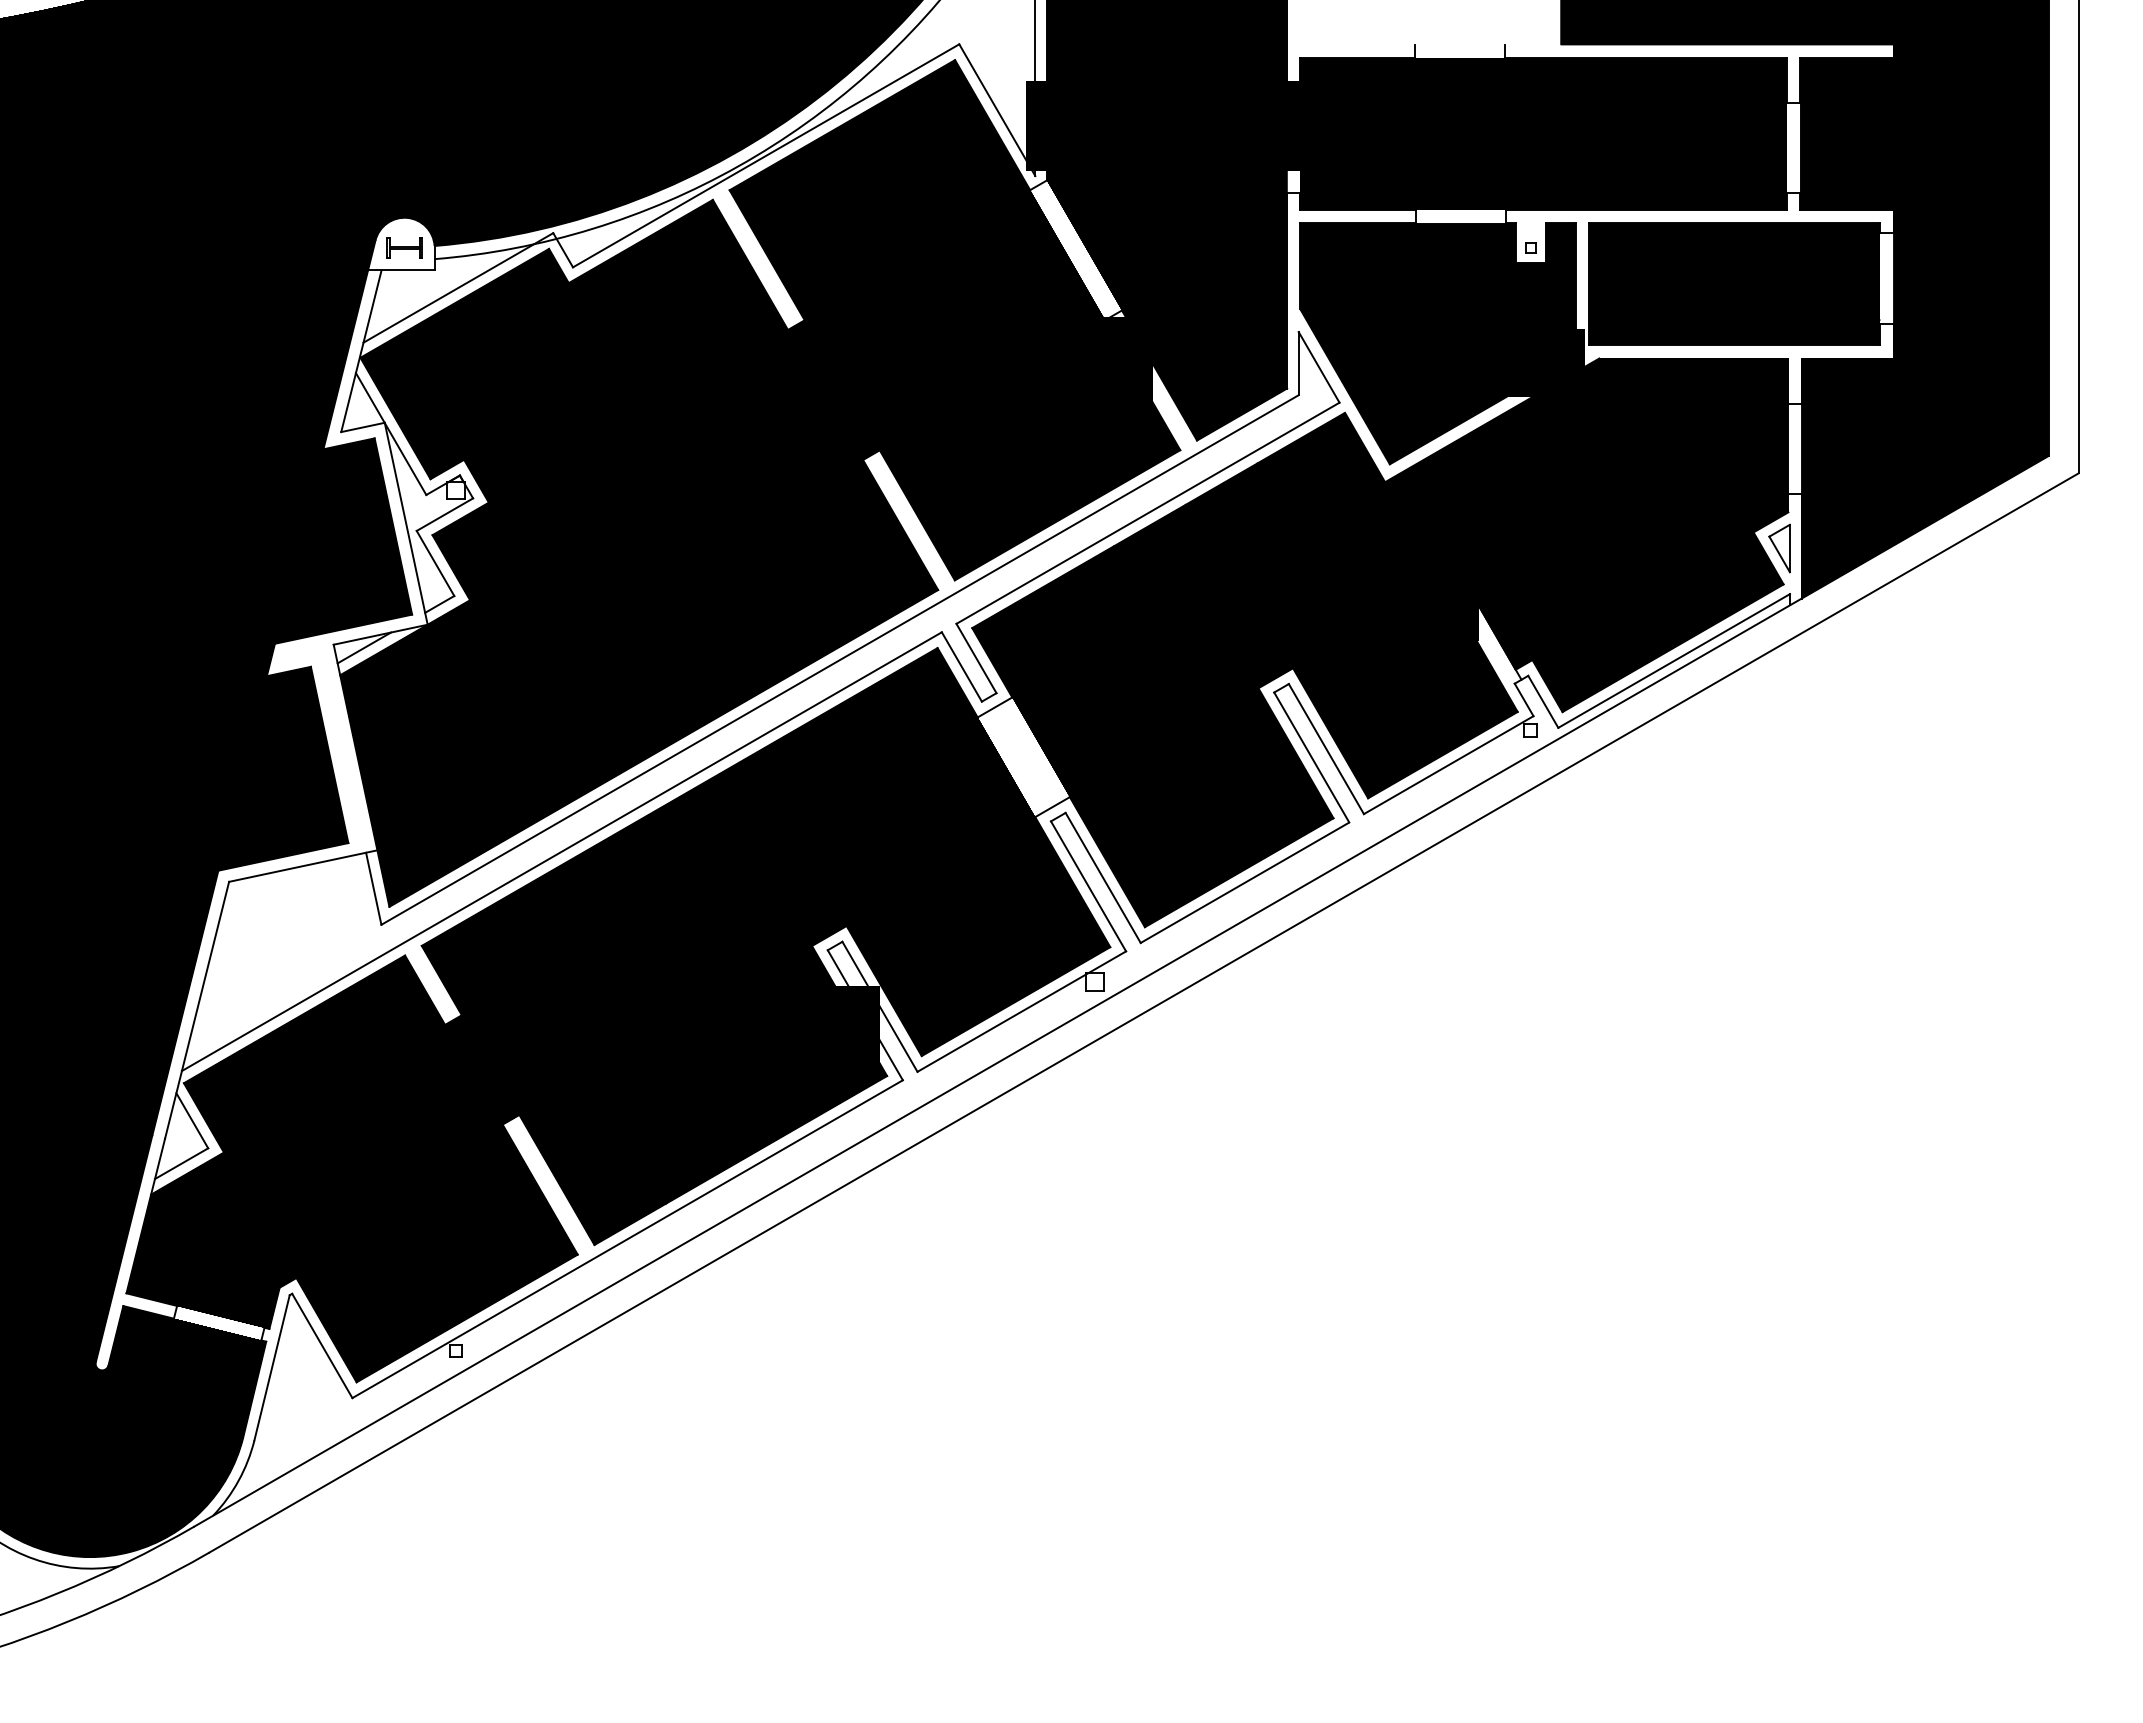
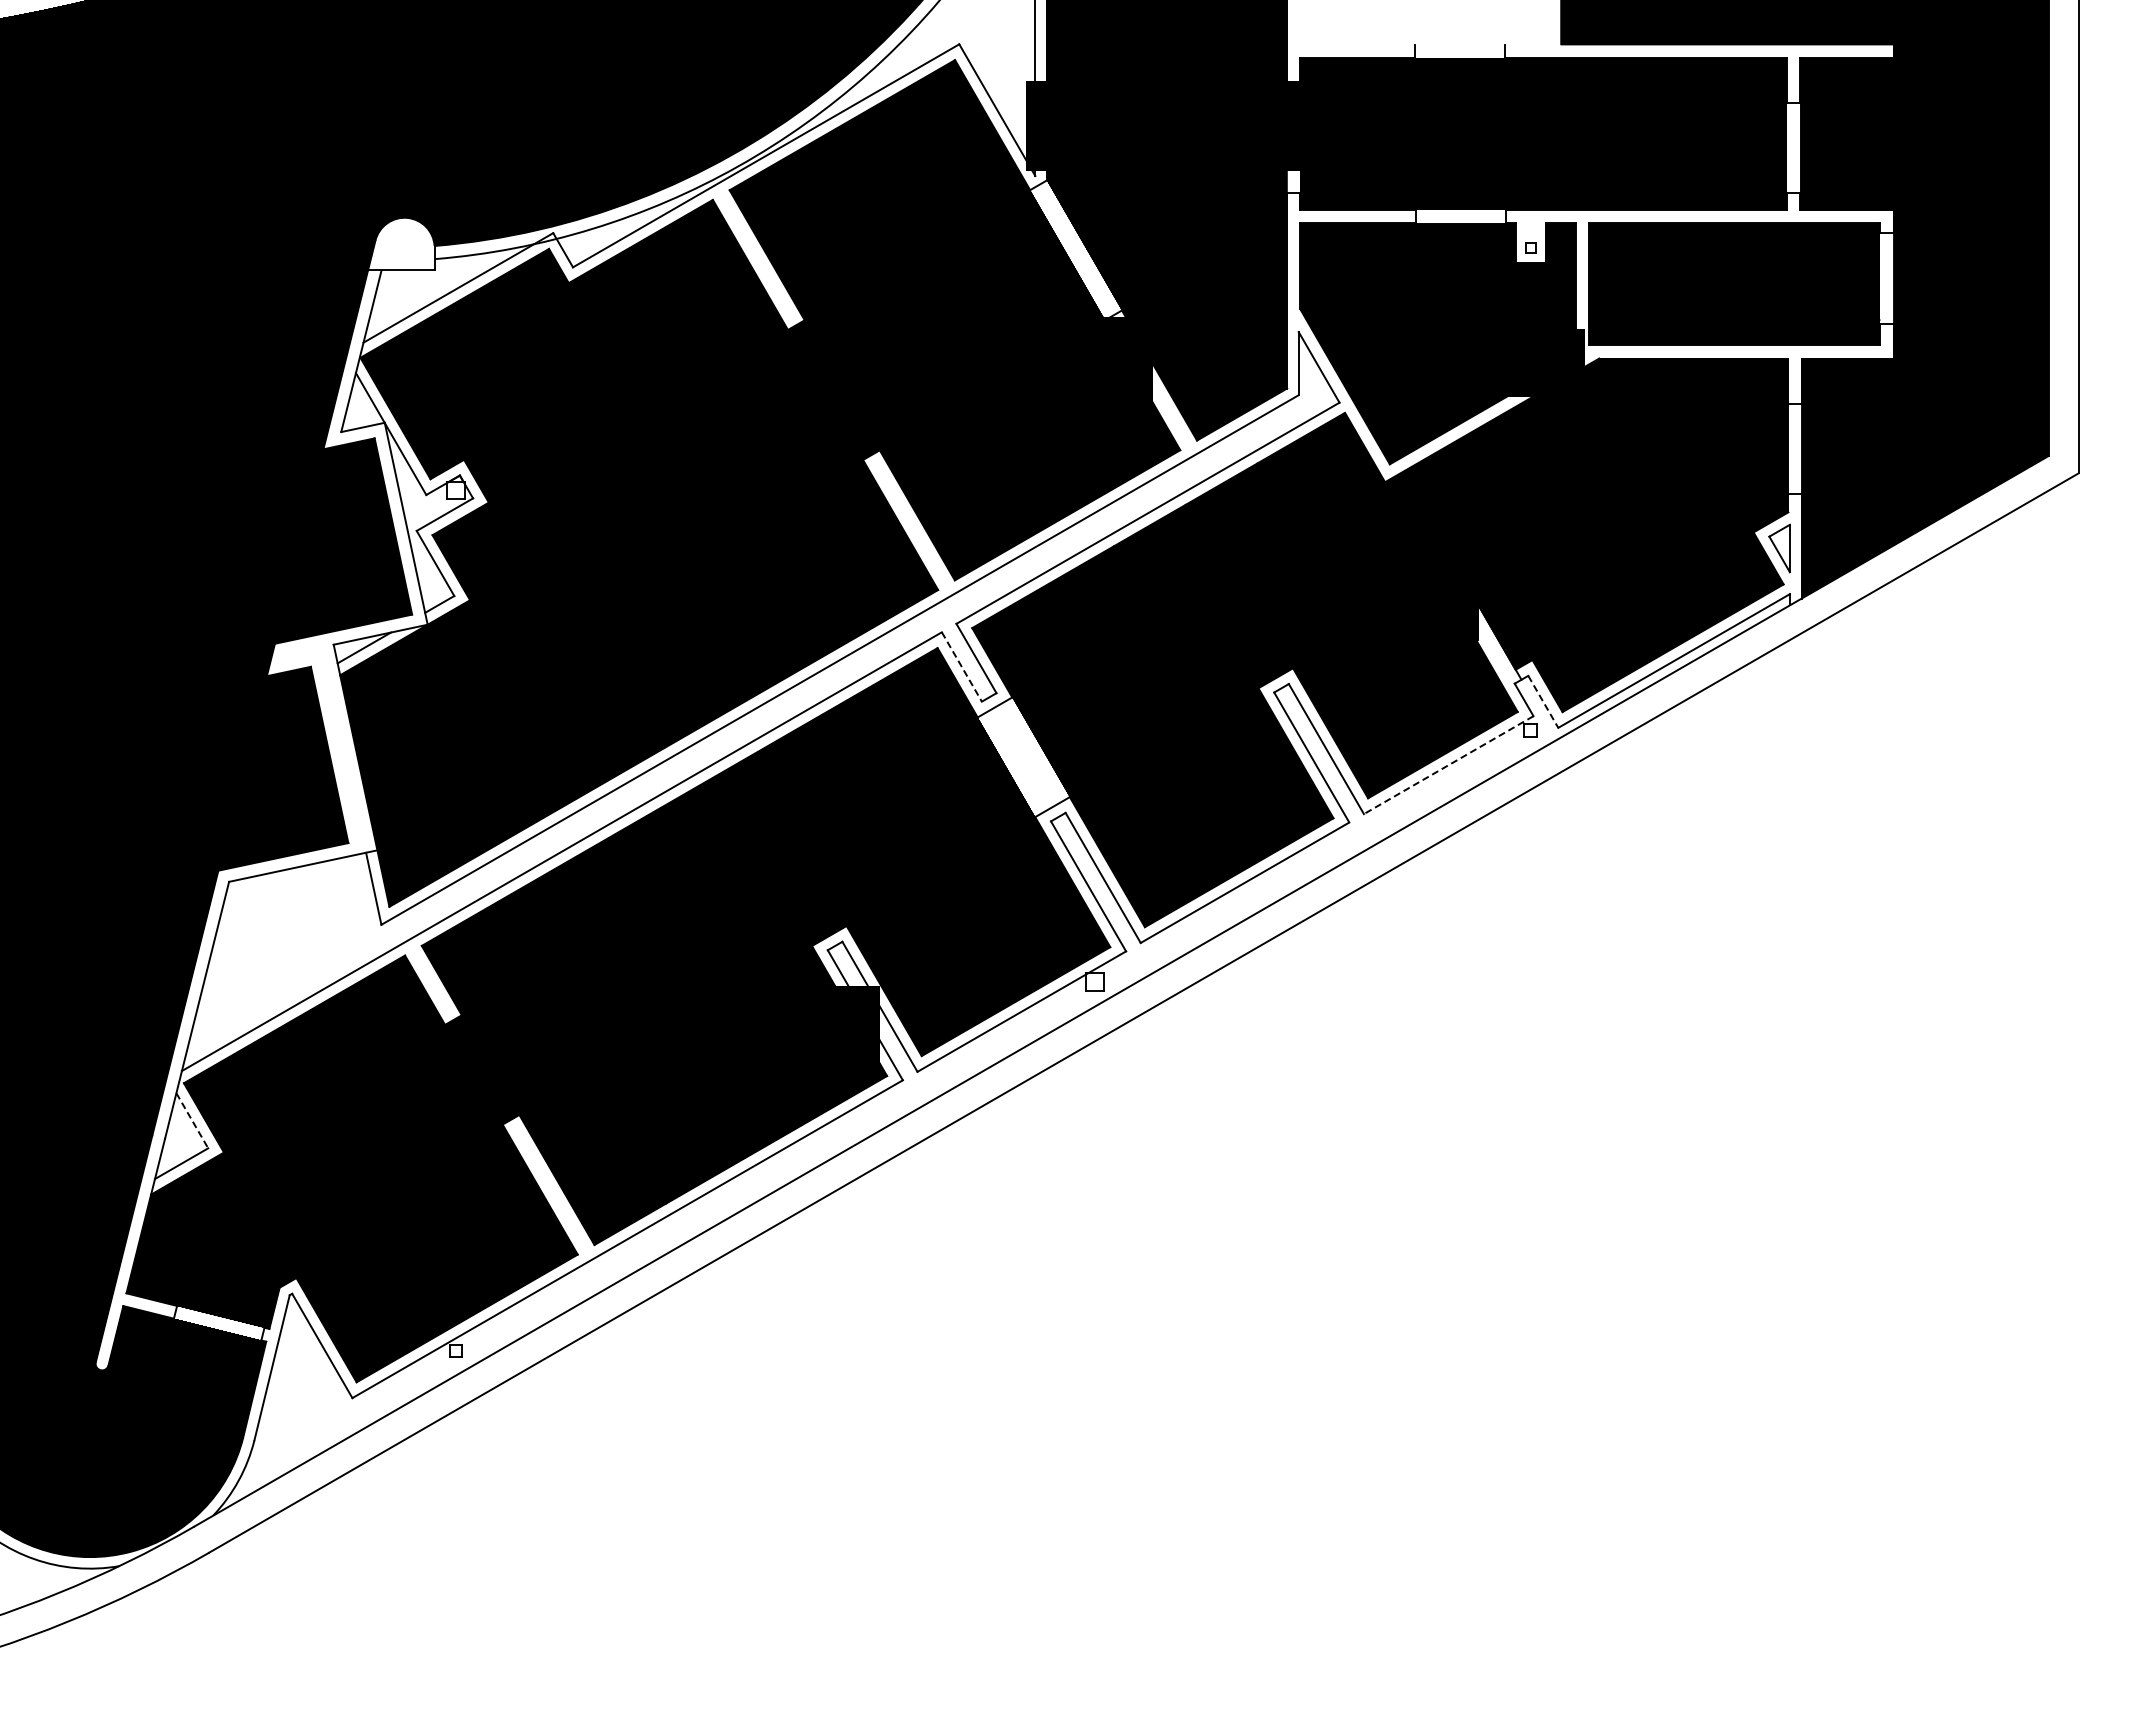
part at (404, 247): present -> none
line at (962, 667): solid -> dashed
line at (1543, 702): solid -> dashed
line at (1448, 765): solid -> dashed
line at (192, 1120): solid -> dashed
